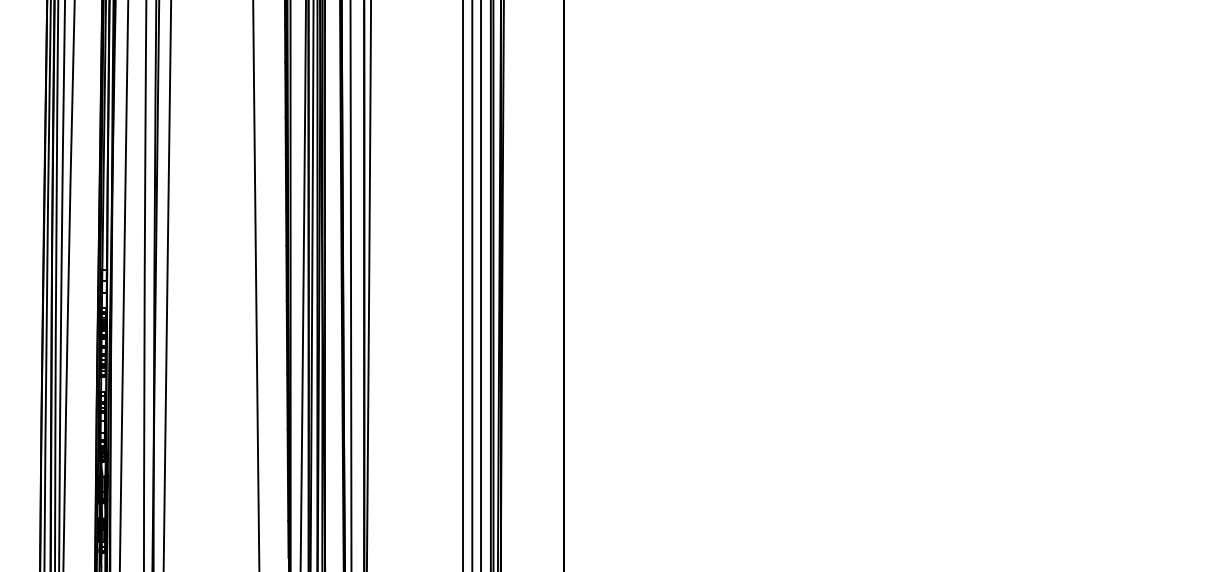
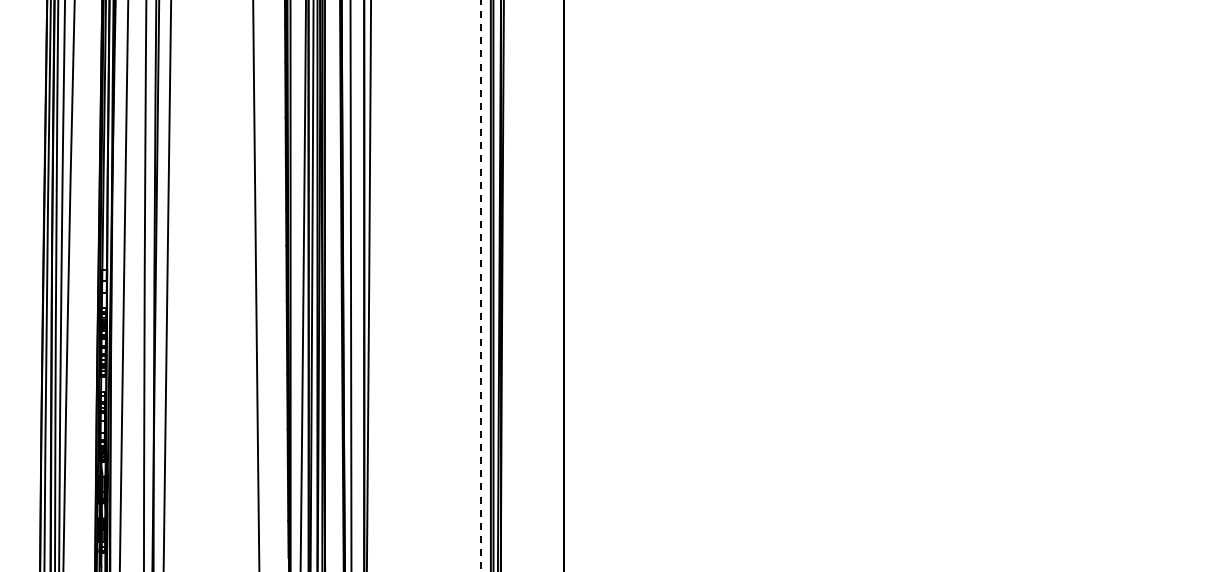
line at (463, 285): present -> none
line at (472, 285): present -> none
line at (481, 286): solid -> dashed
